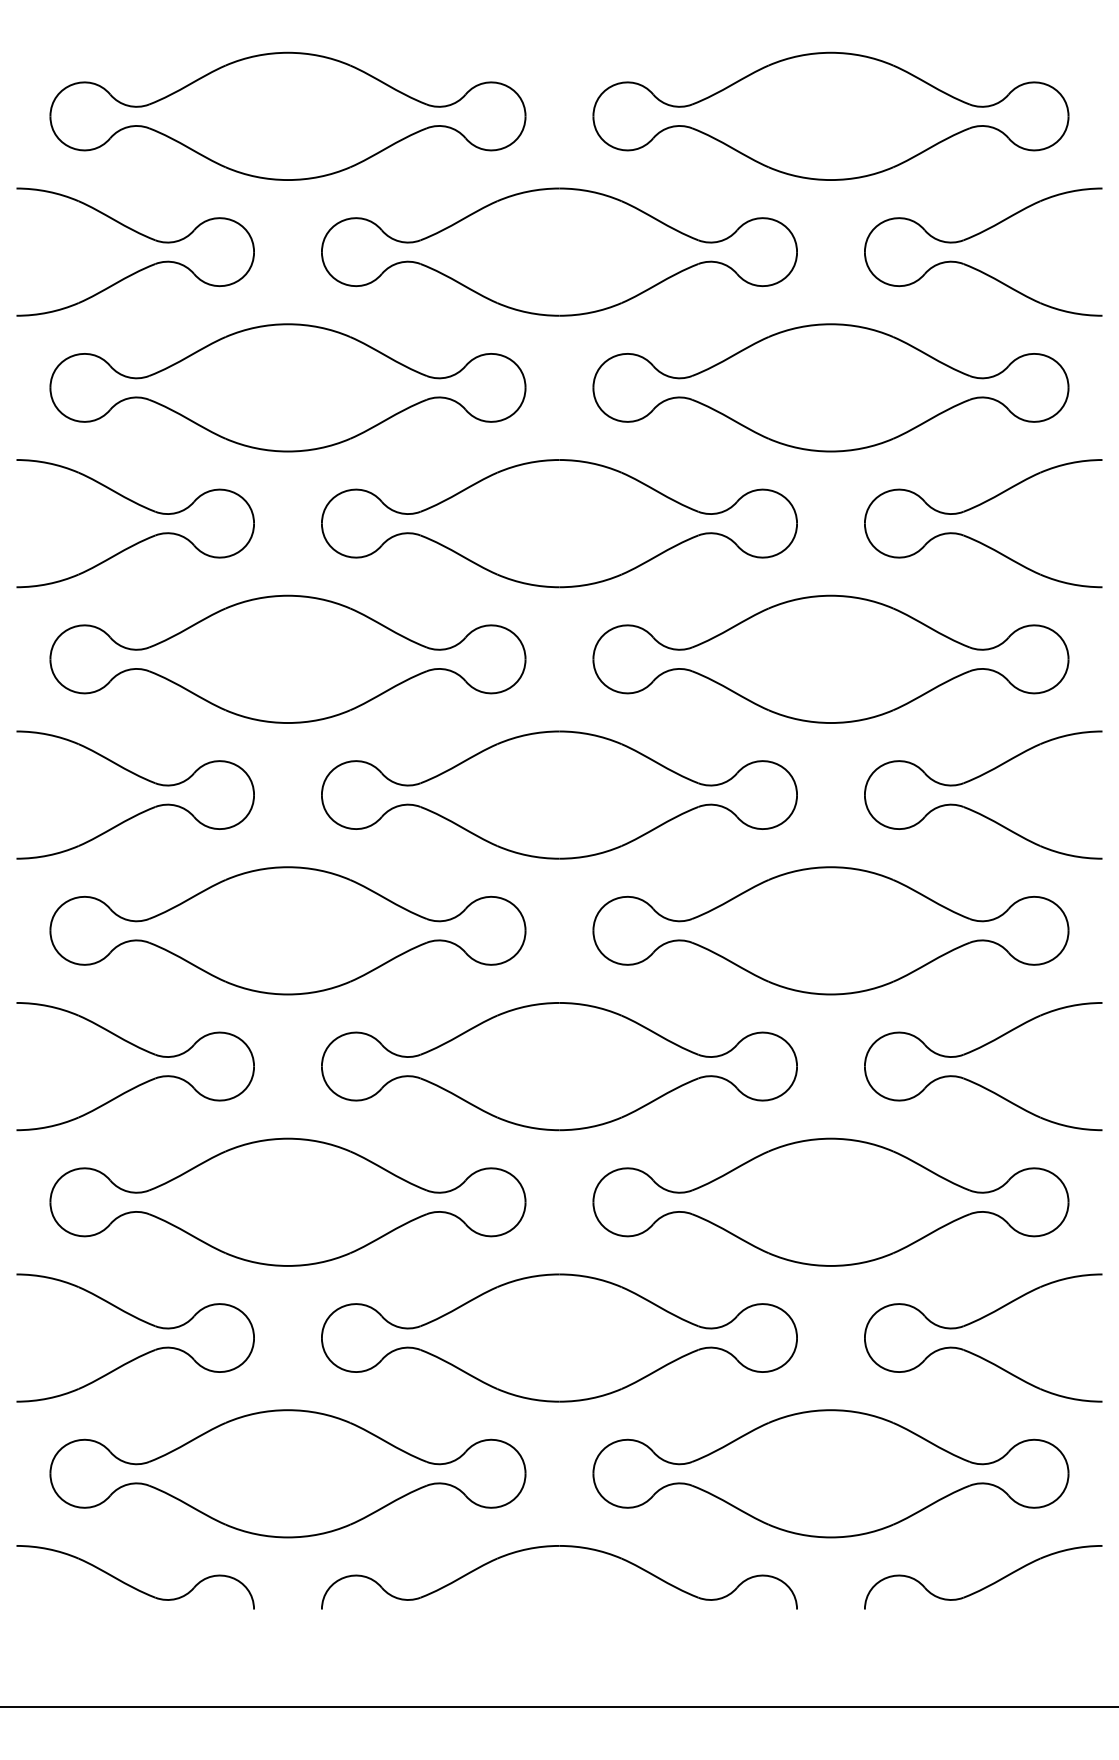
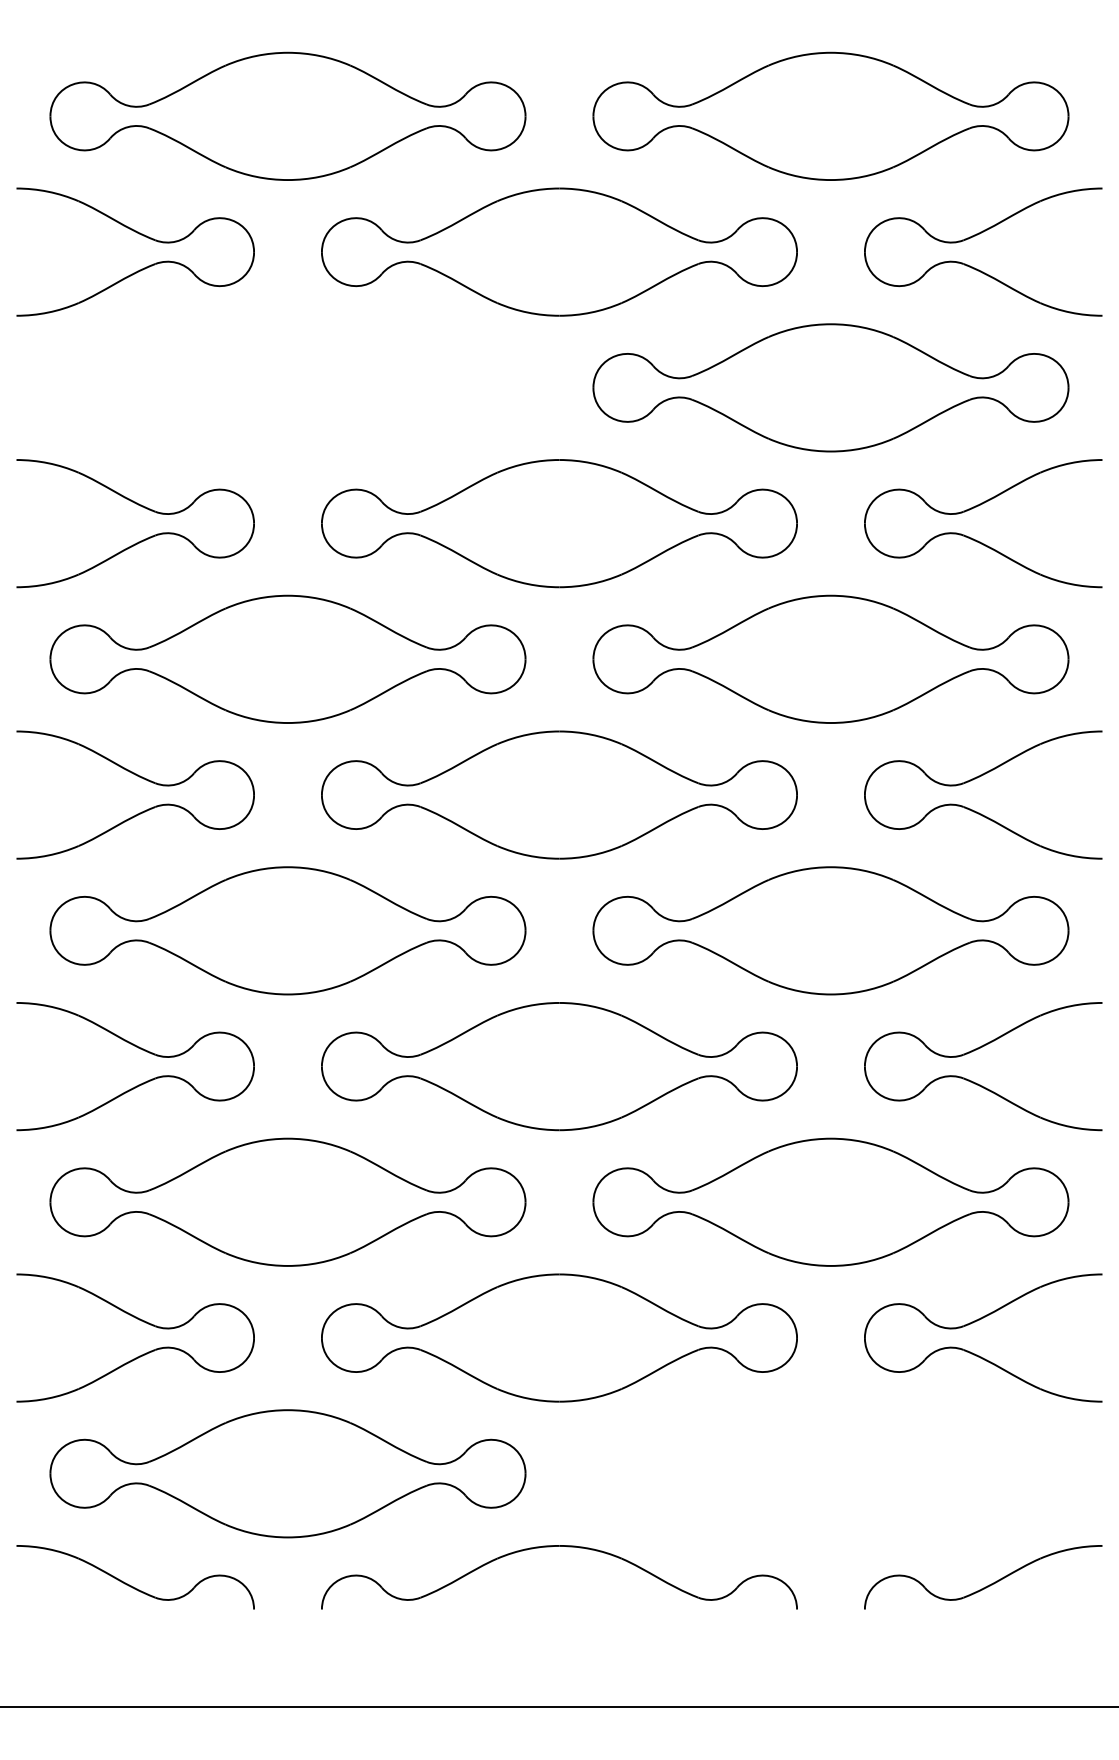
part at (287, 387): present -> none
part at (830, 1473): present -> none
